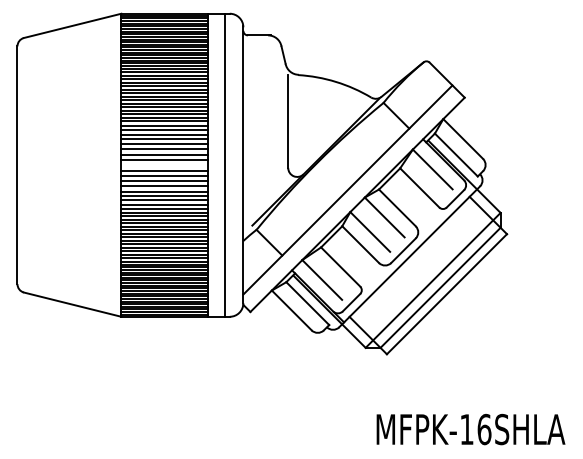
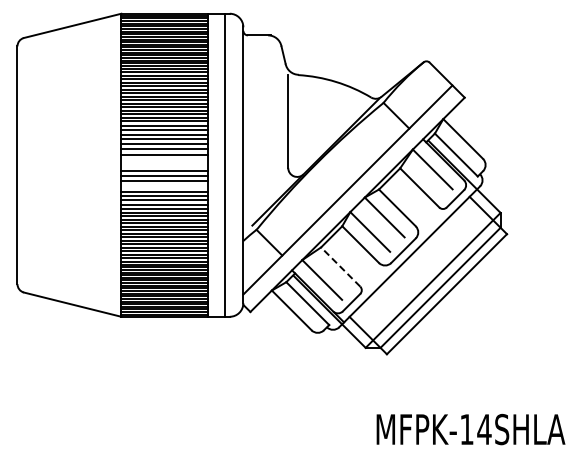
line at (164, 160): present -> none
line at (164, 186): present -> none
line at (340, 267): solid -> dashed
text at (484, 429): MFPK-16SHLA -> MFPK-14SHLA
